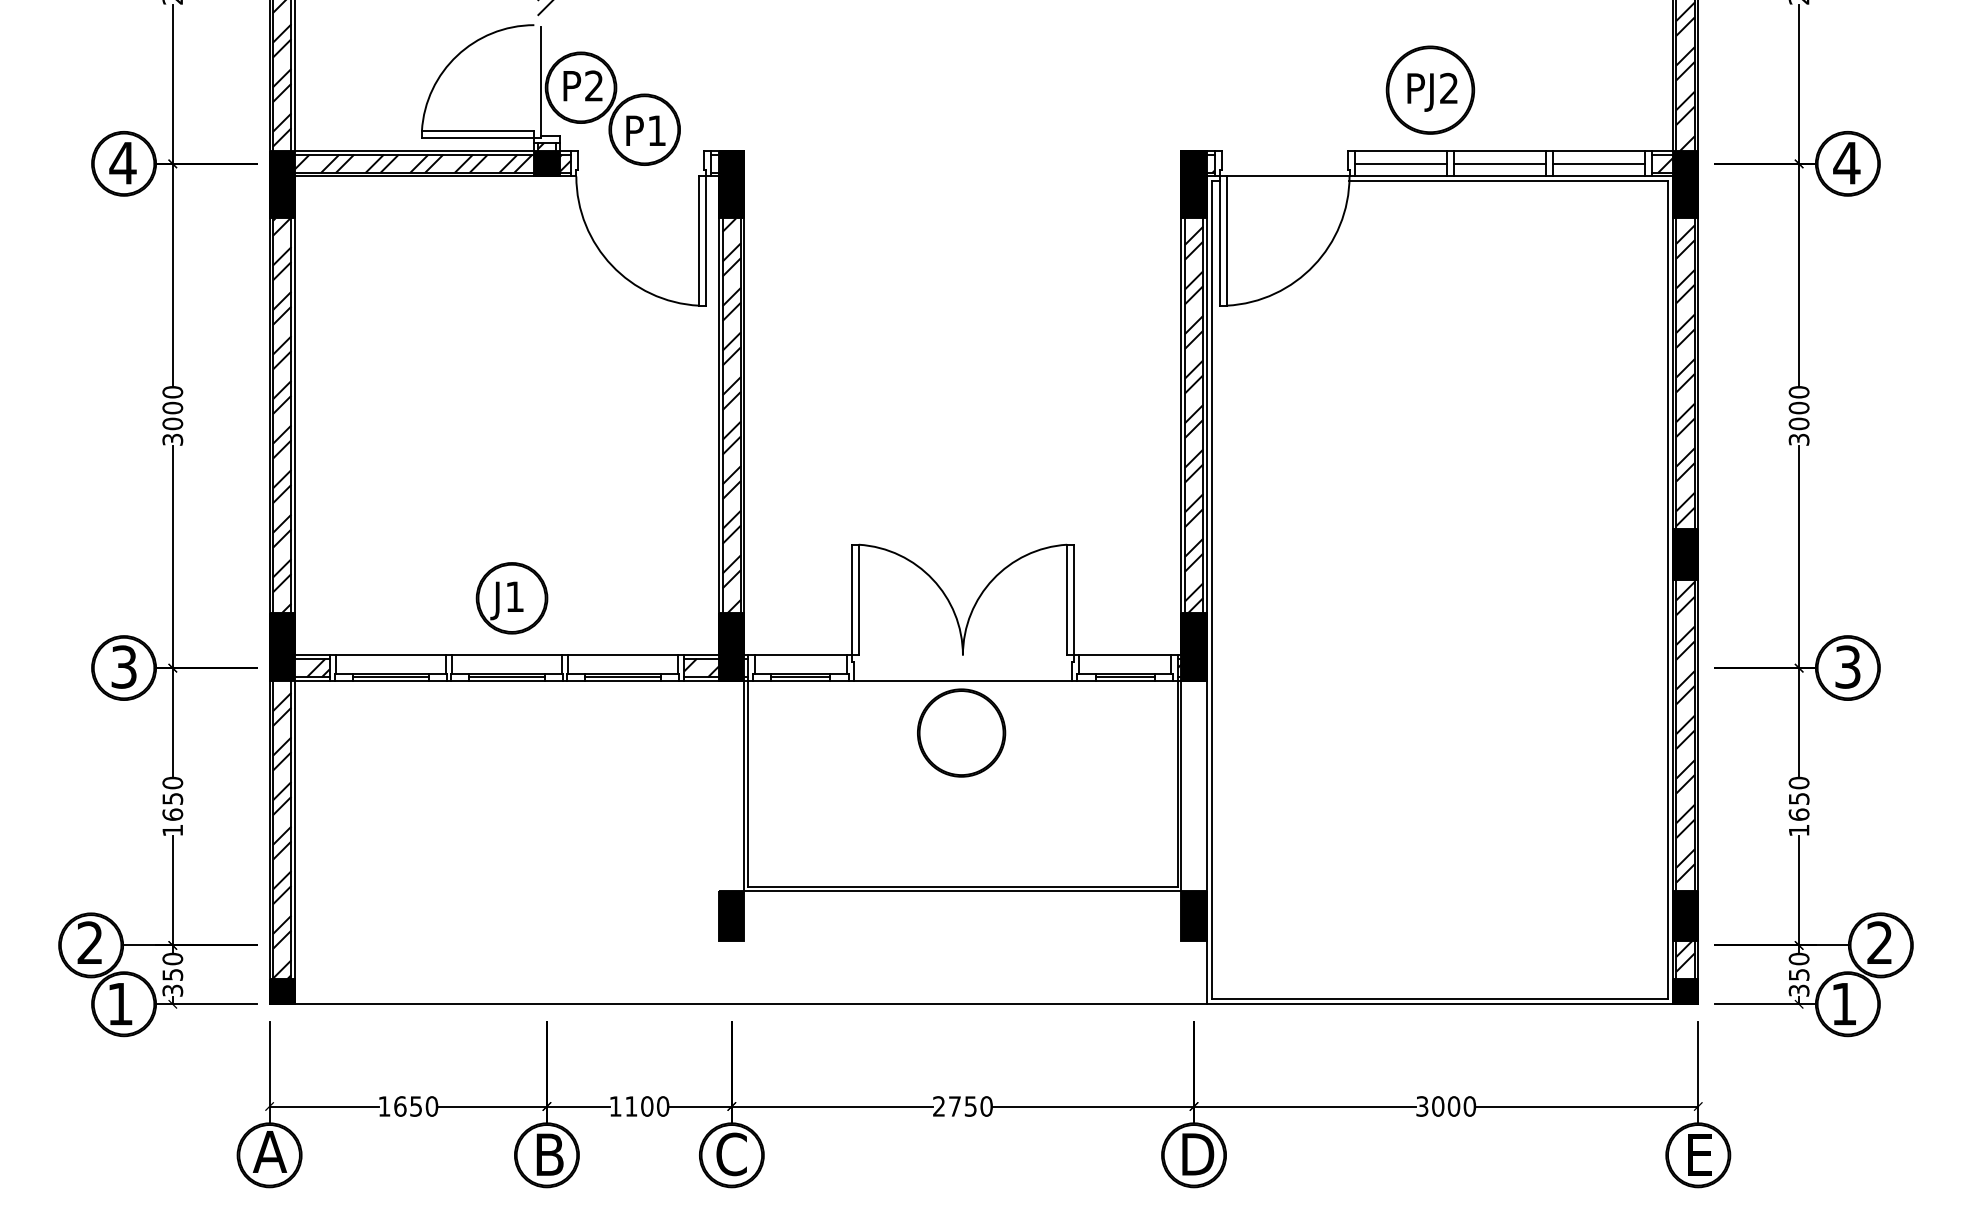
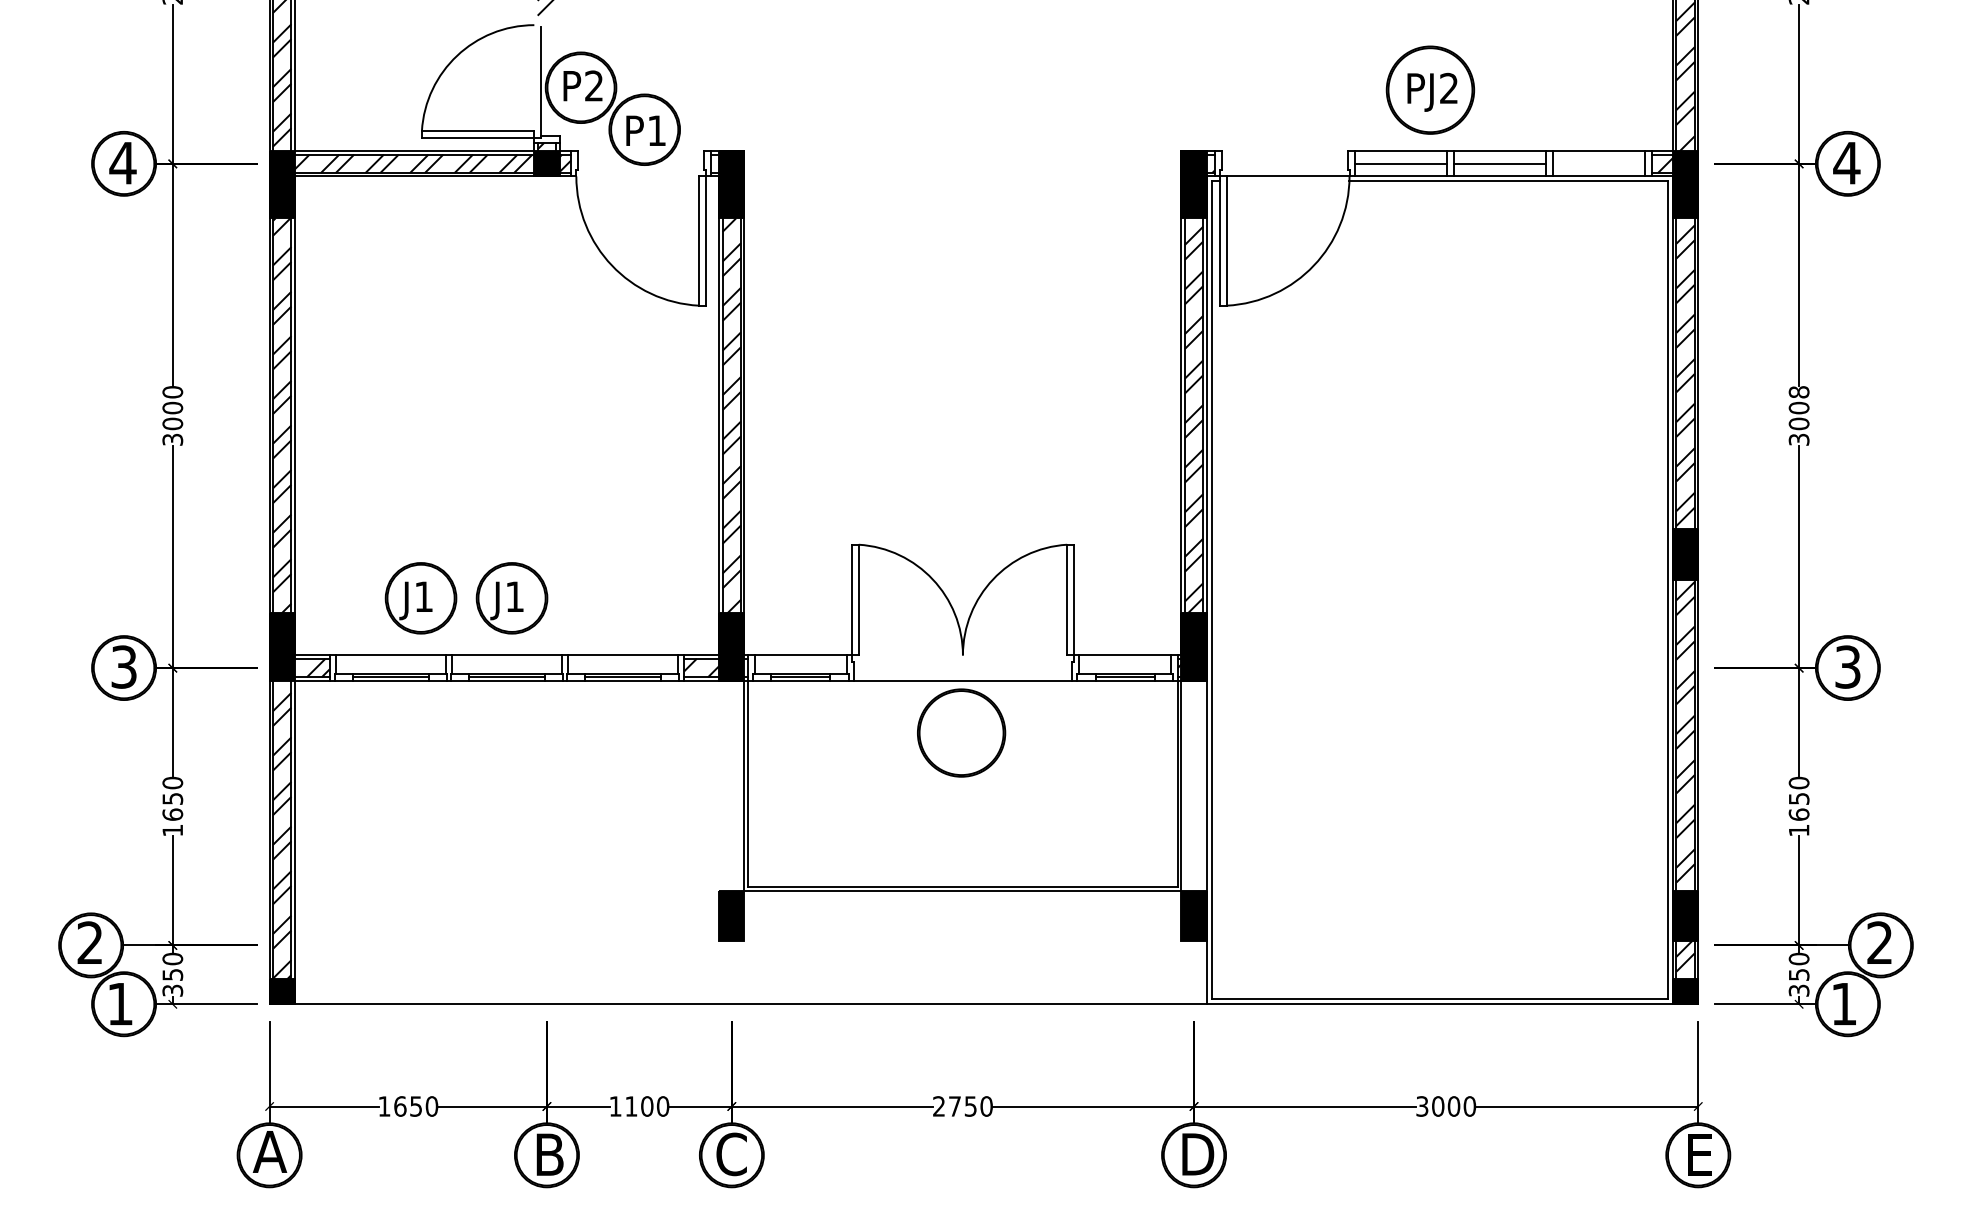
line at (1598, 163): present -> none
text at (1799, 392): 3000 -> 3008
part at (420, 598): none -> present
